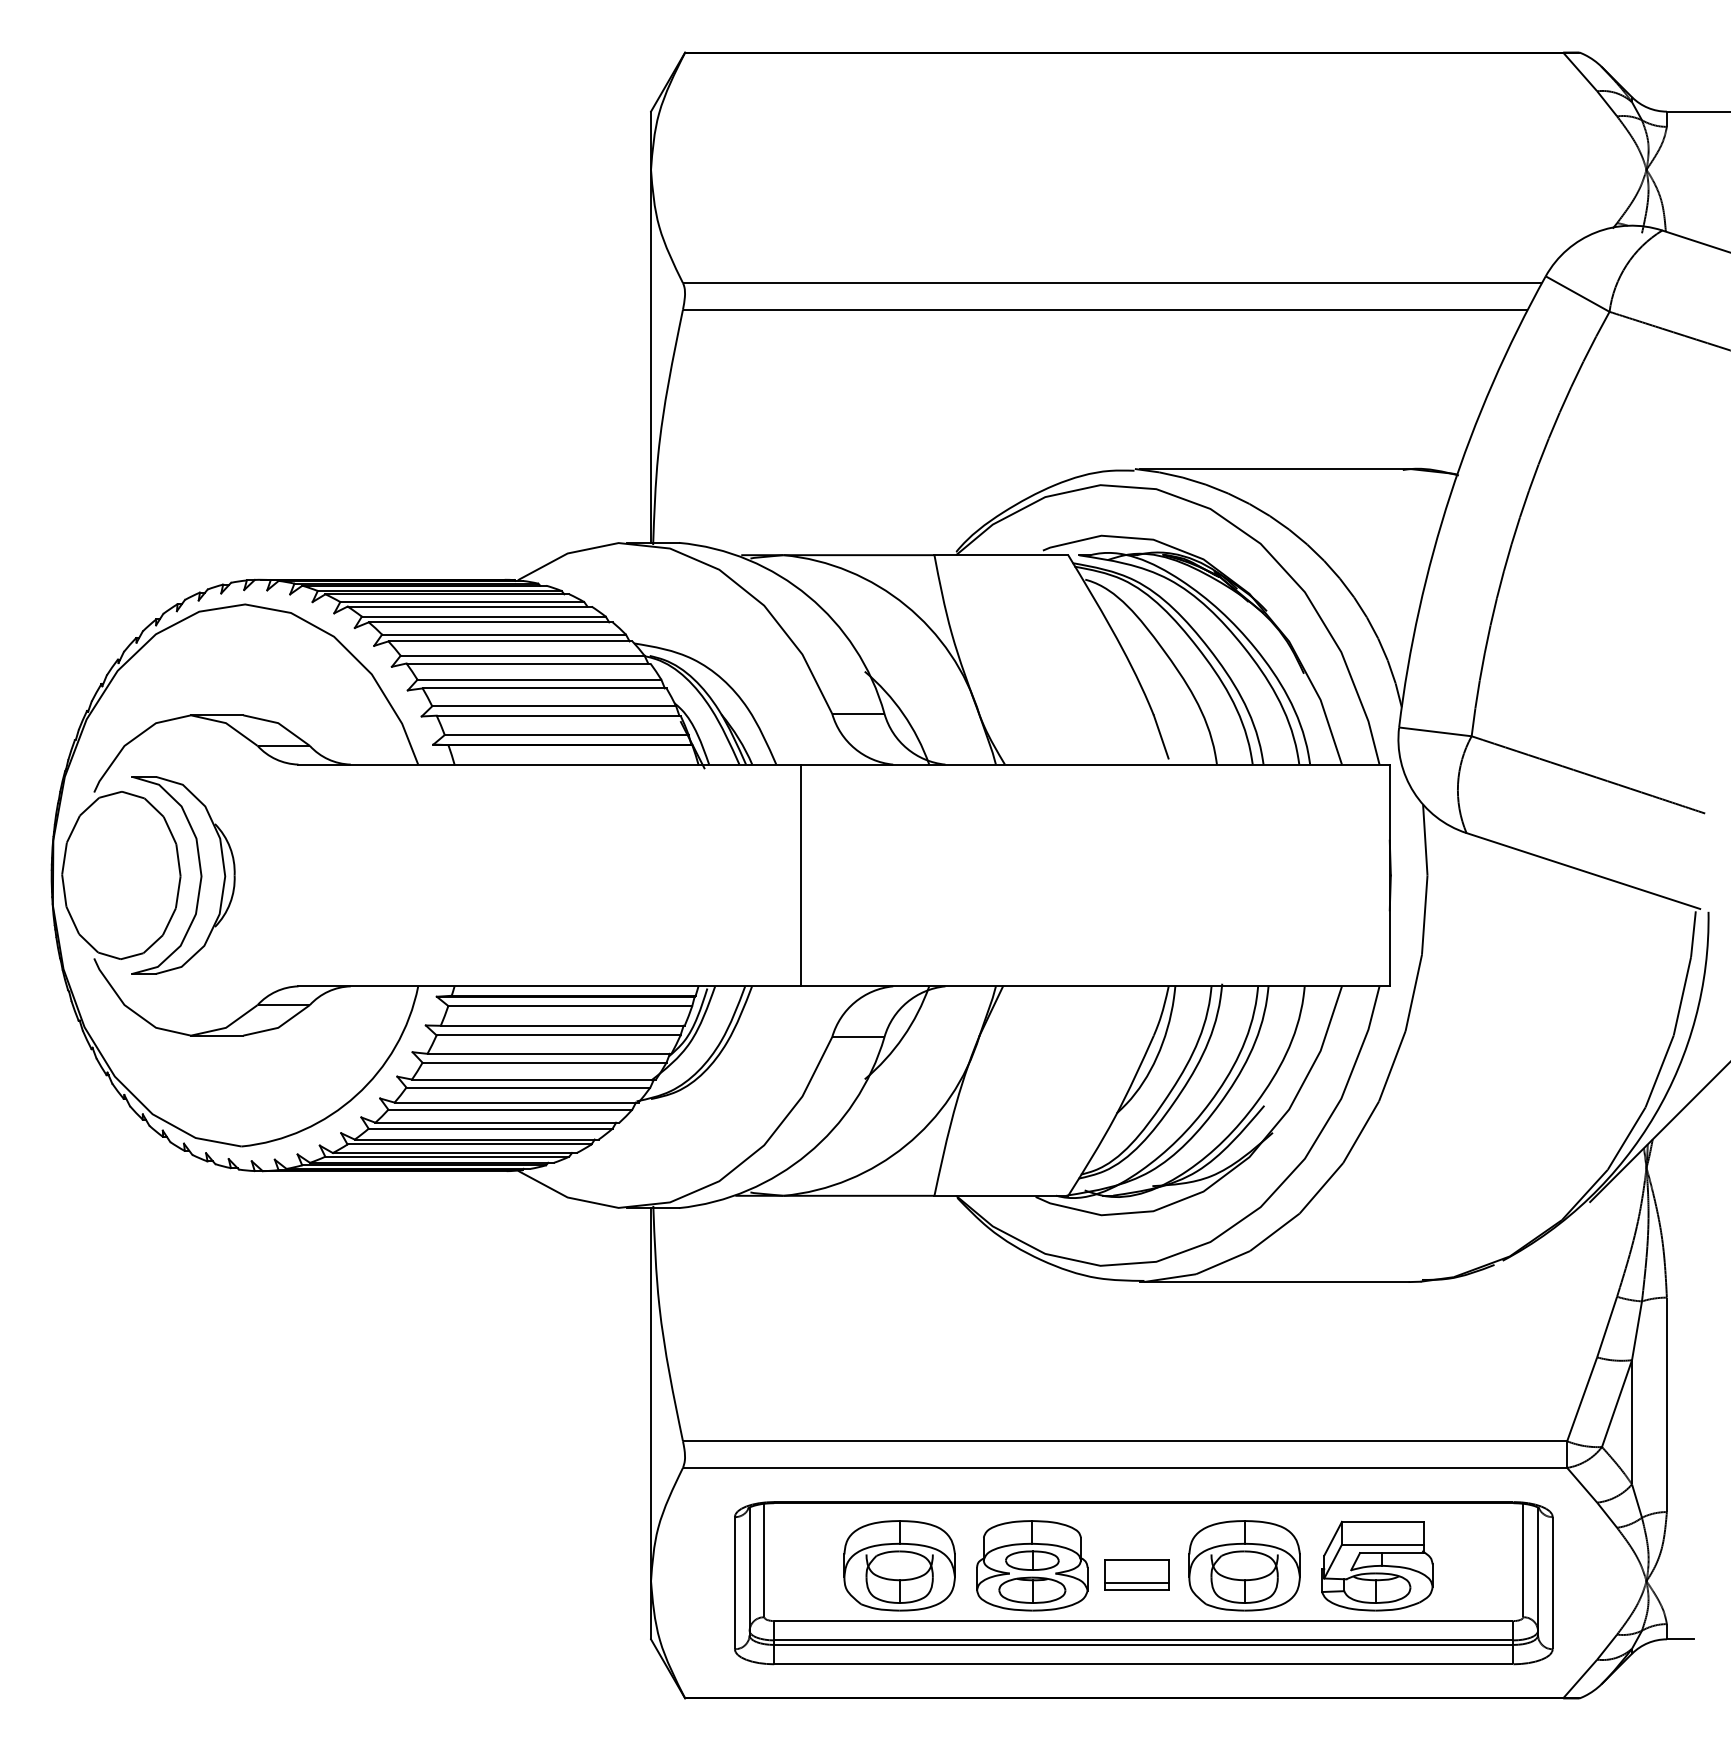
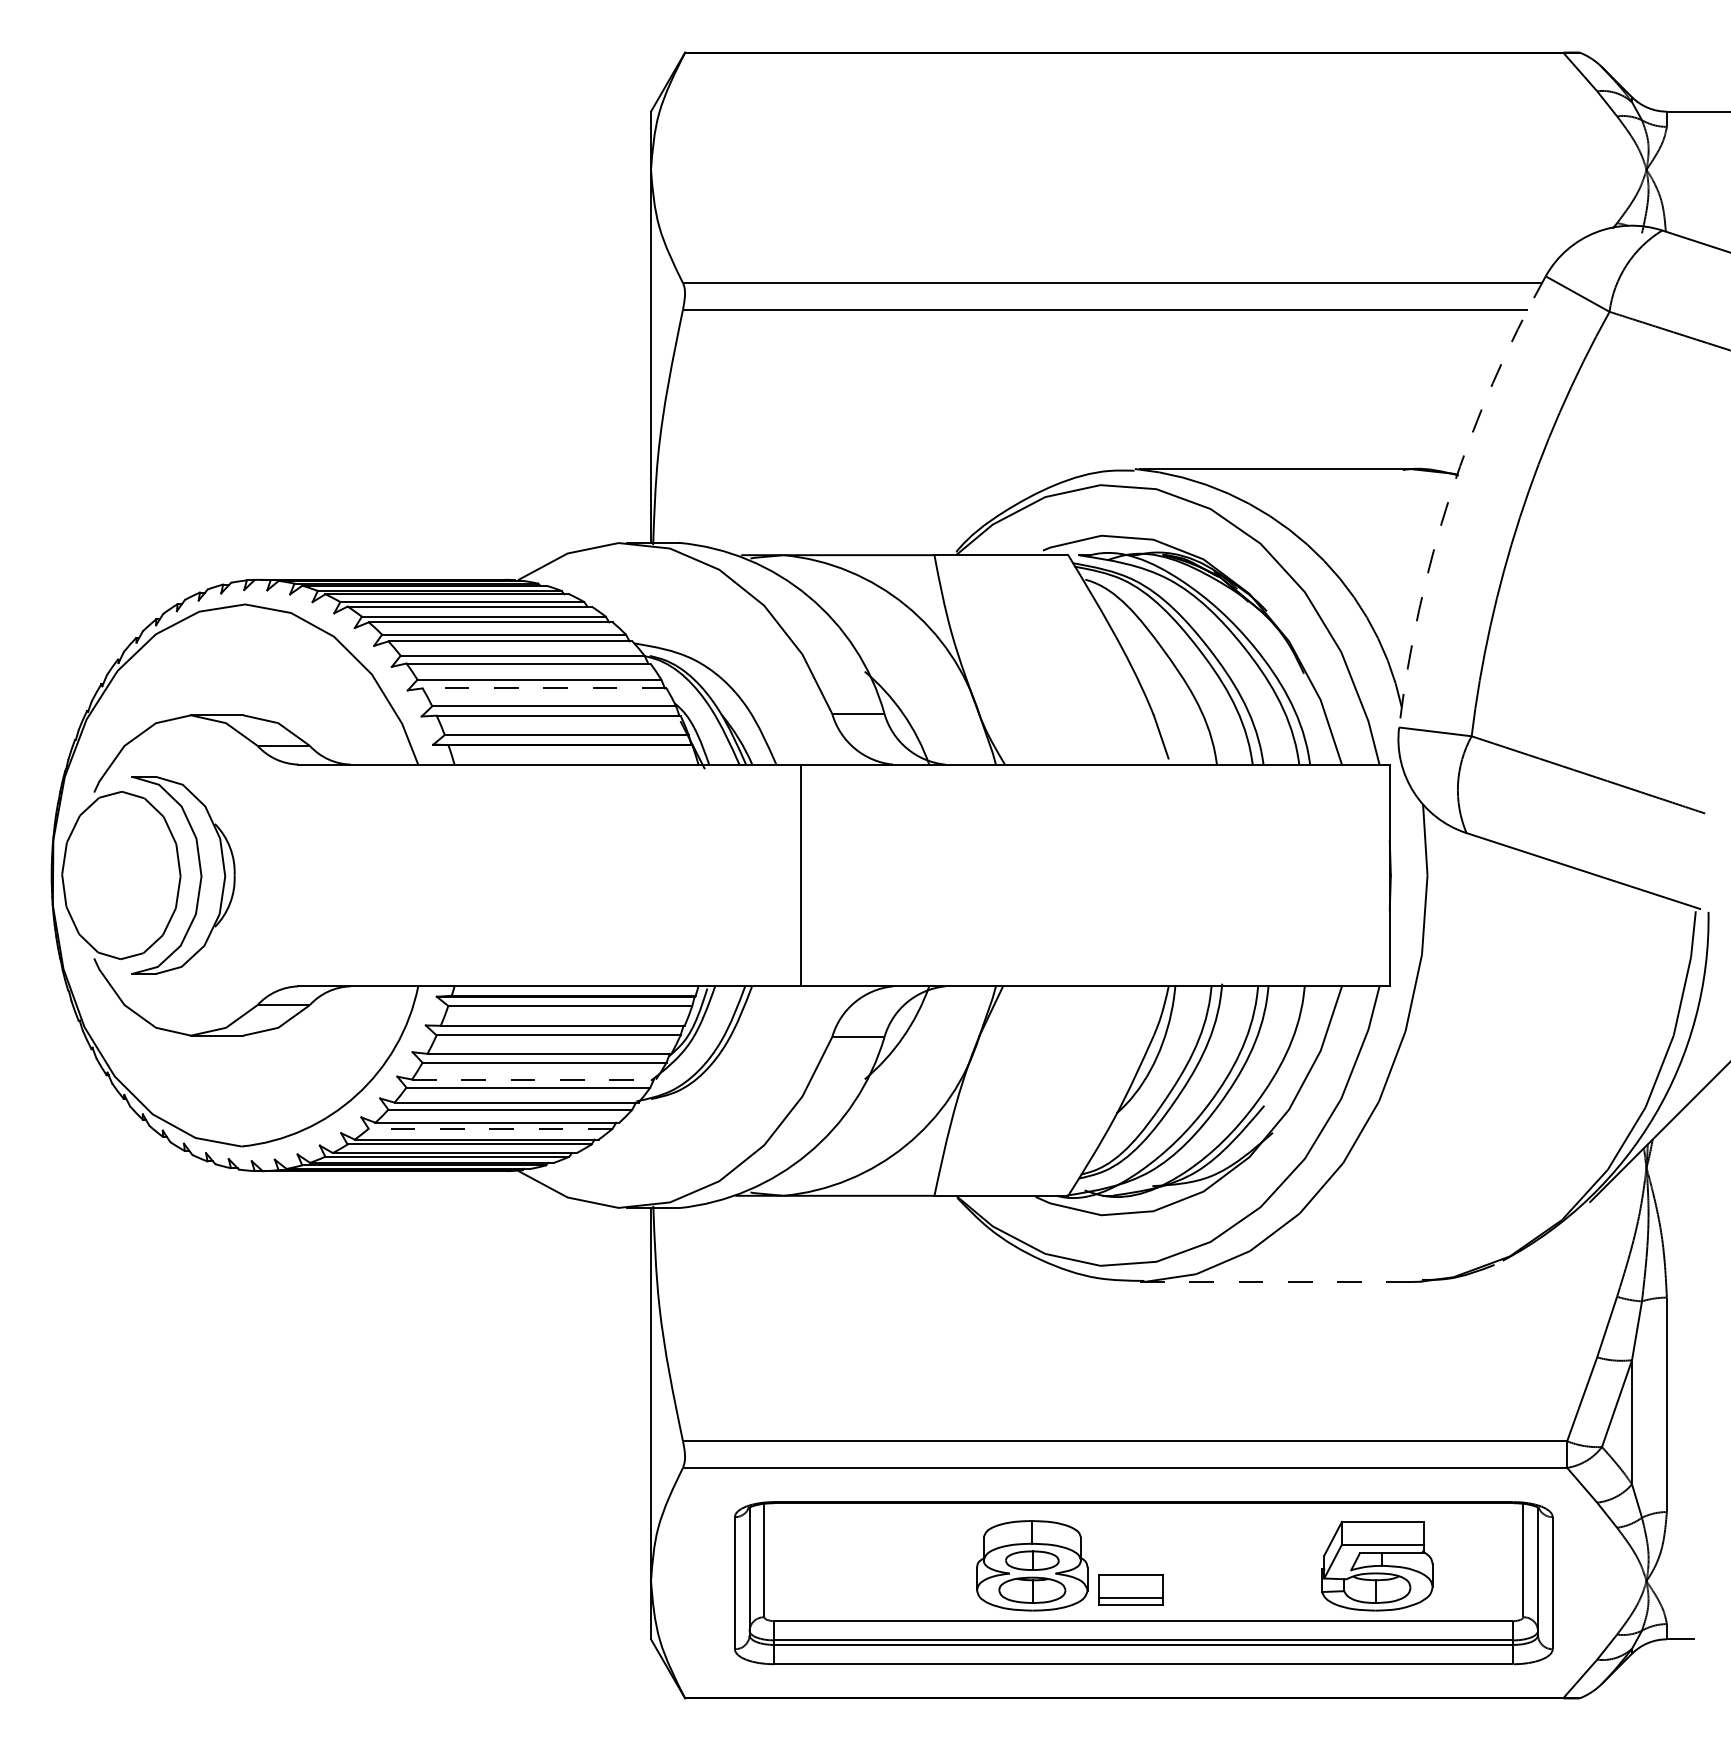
arc at (1450, 494): solid -> dashed
line at (544, 688): solid -> dashed
line at (534, 1079): solid -> dashed
line at (490, 1128): solid -> dashed
line at (1274, 1282): solid -> dashed
part at (899, 1565): present -> none
part at (1244, 1565): present -> none
part at (1136, 1574) position: (1136, 1574) -> (1130, 1589)
